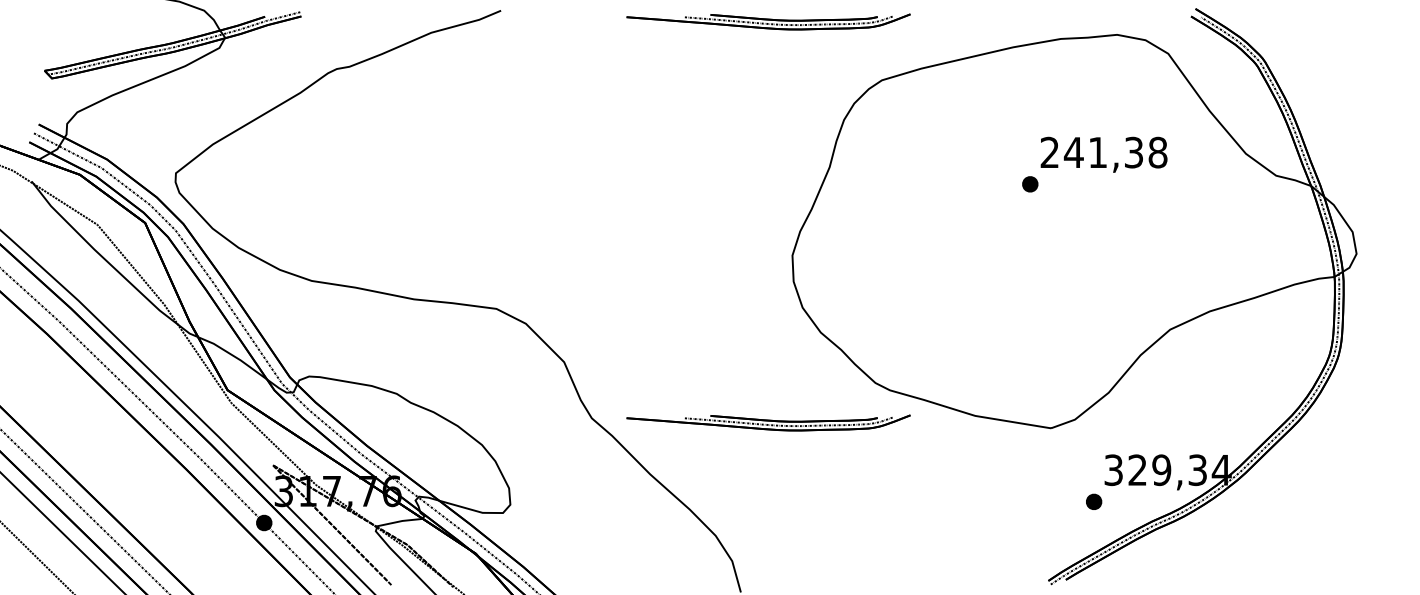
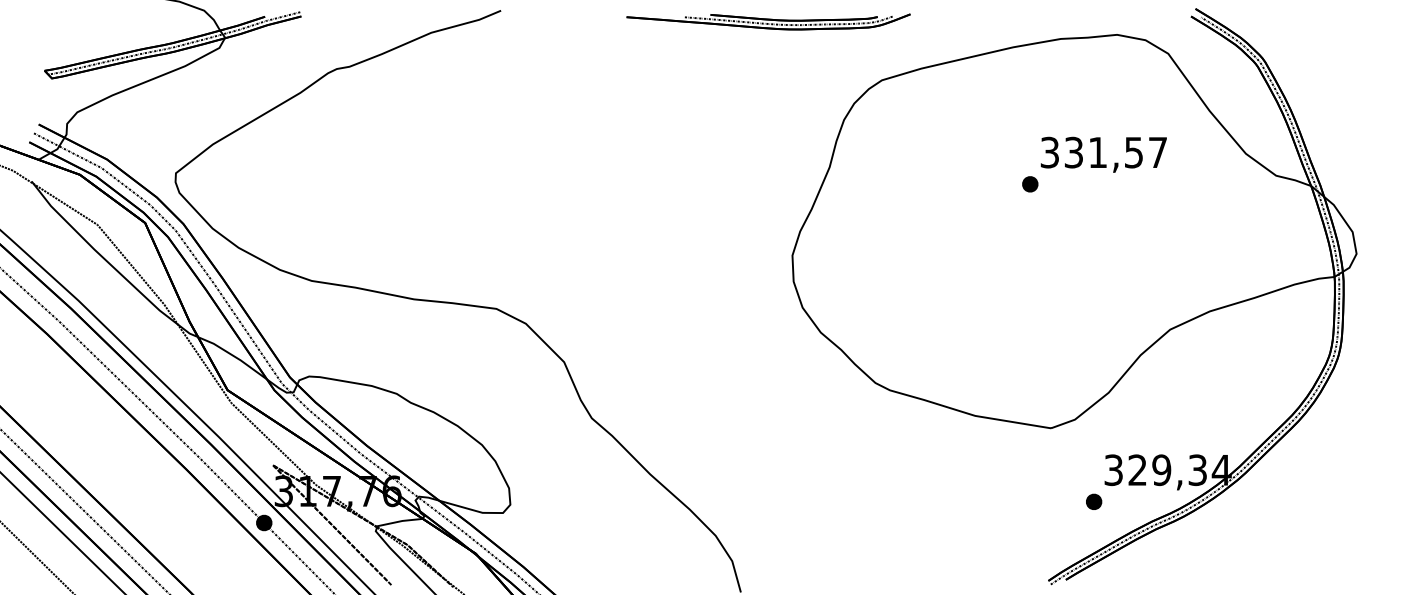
text at (1103, 152): 241,38 -> 331,57
part at (768, 422): present -> none
